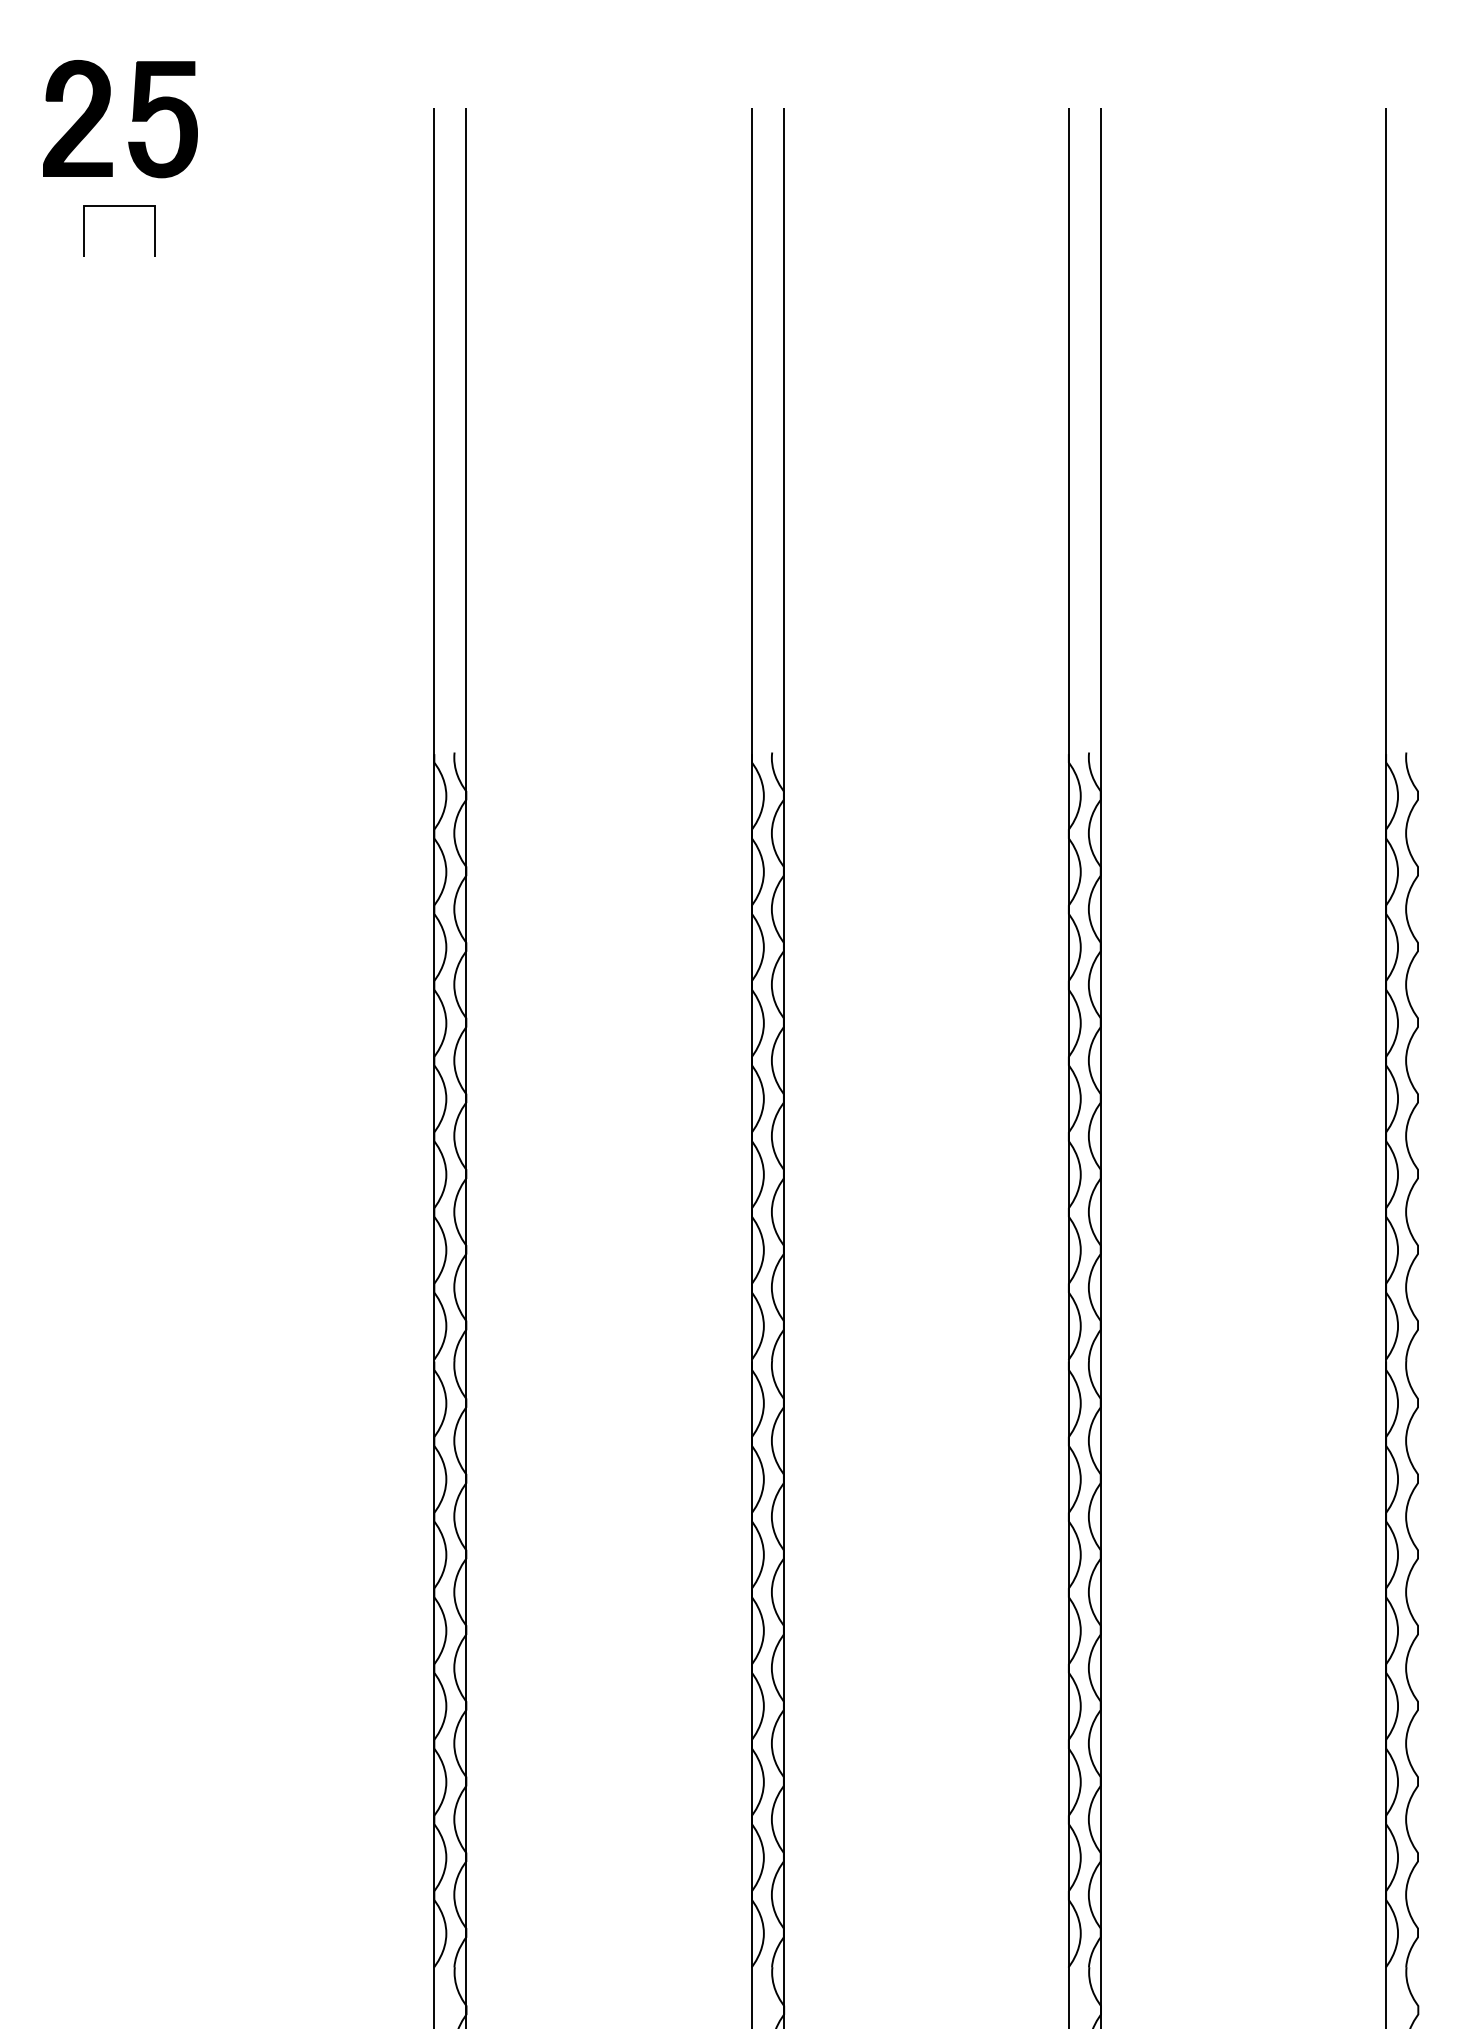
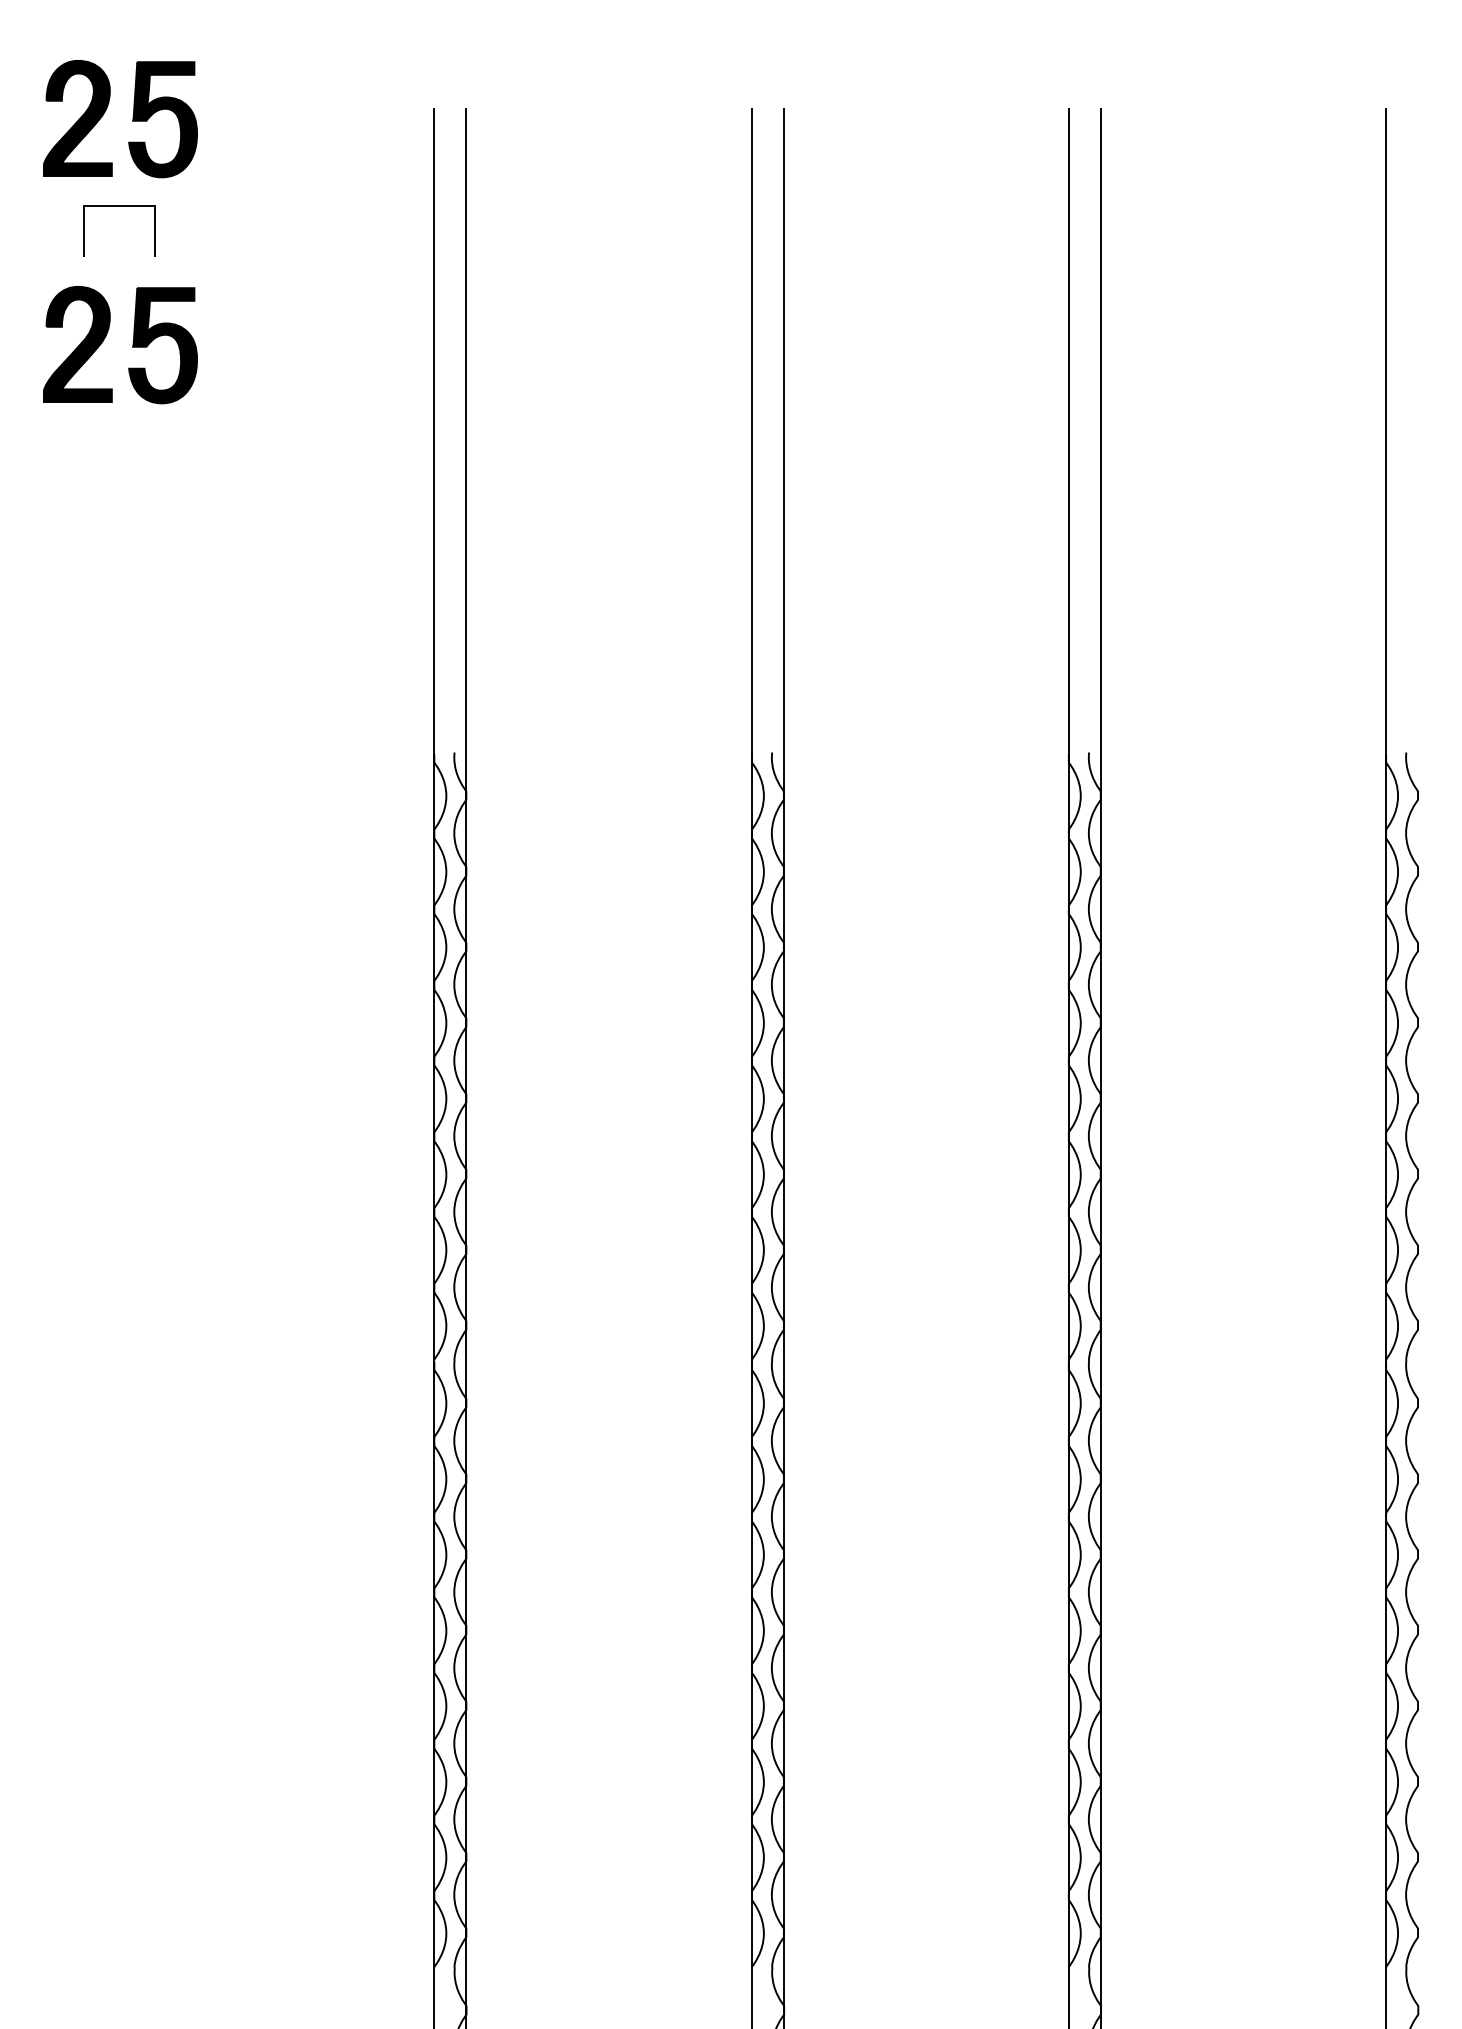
part at (132, 345): none -> present
